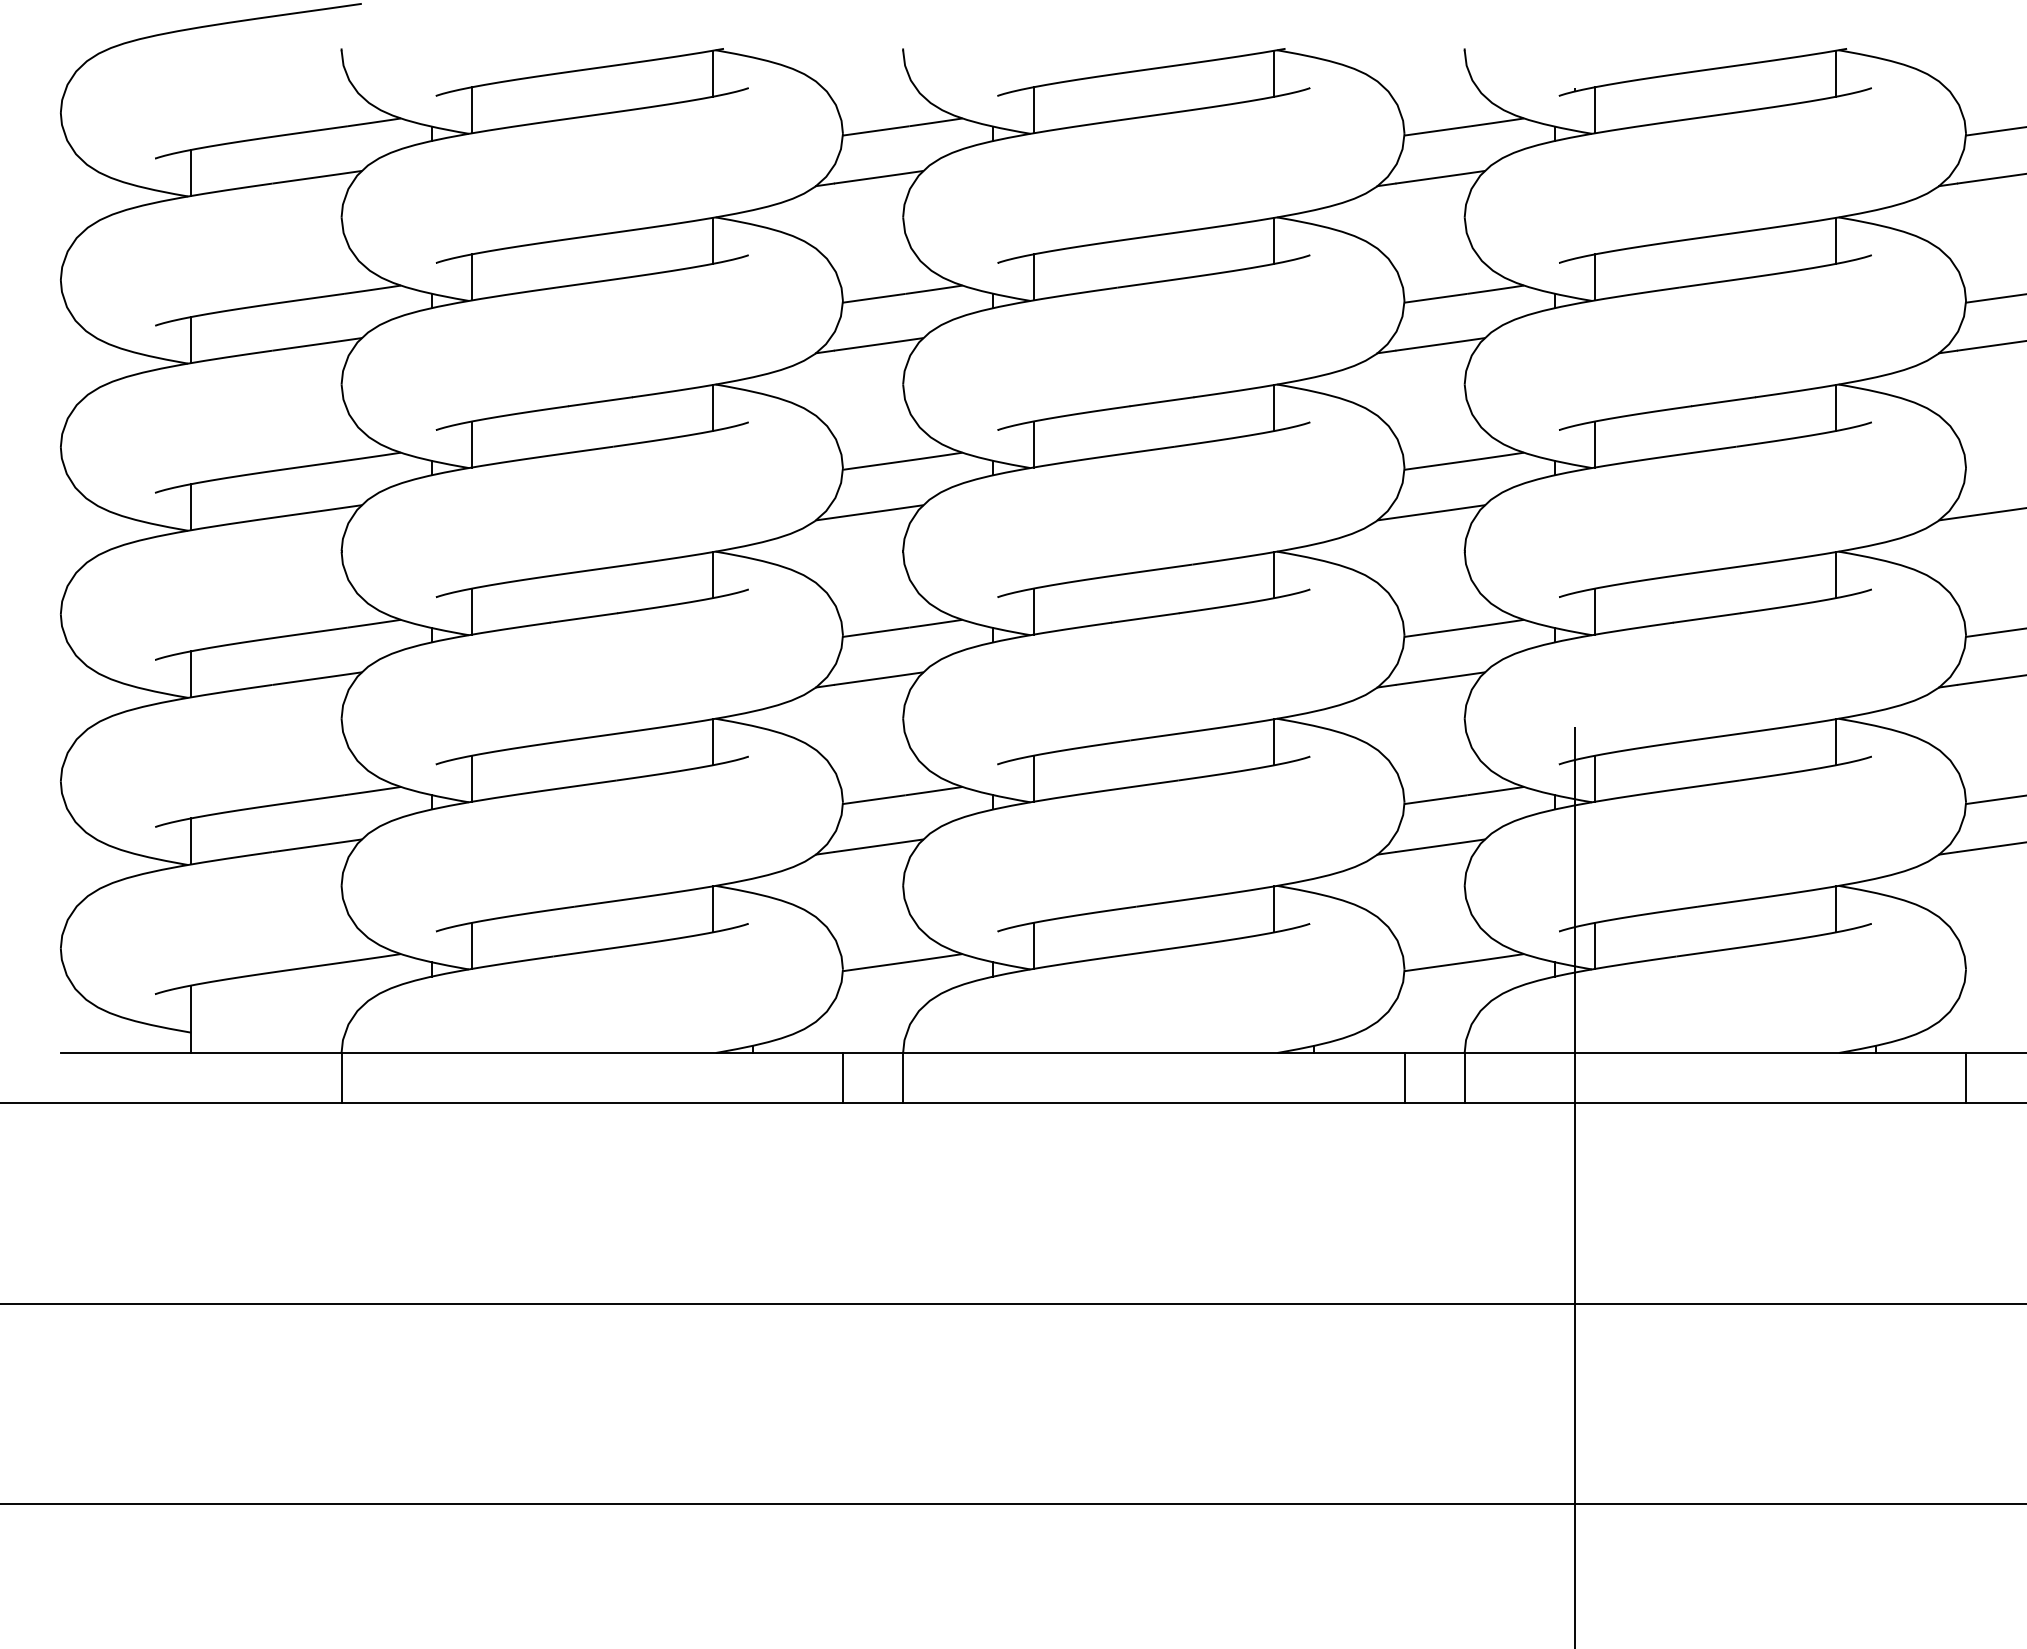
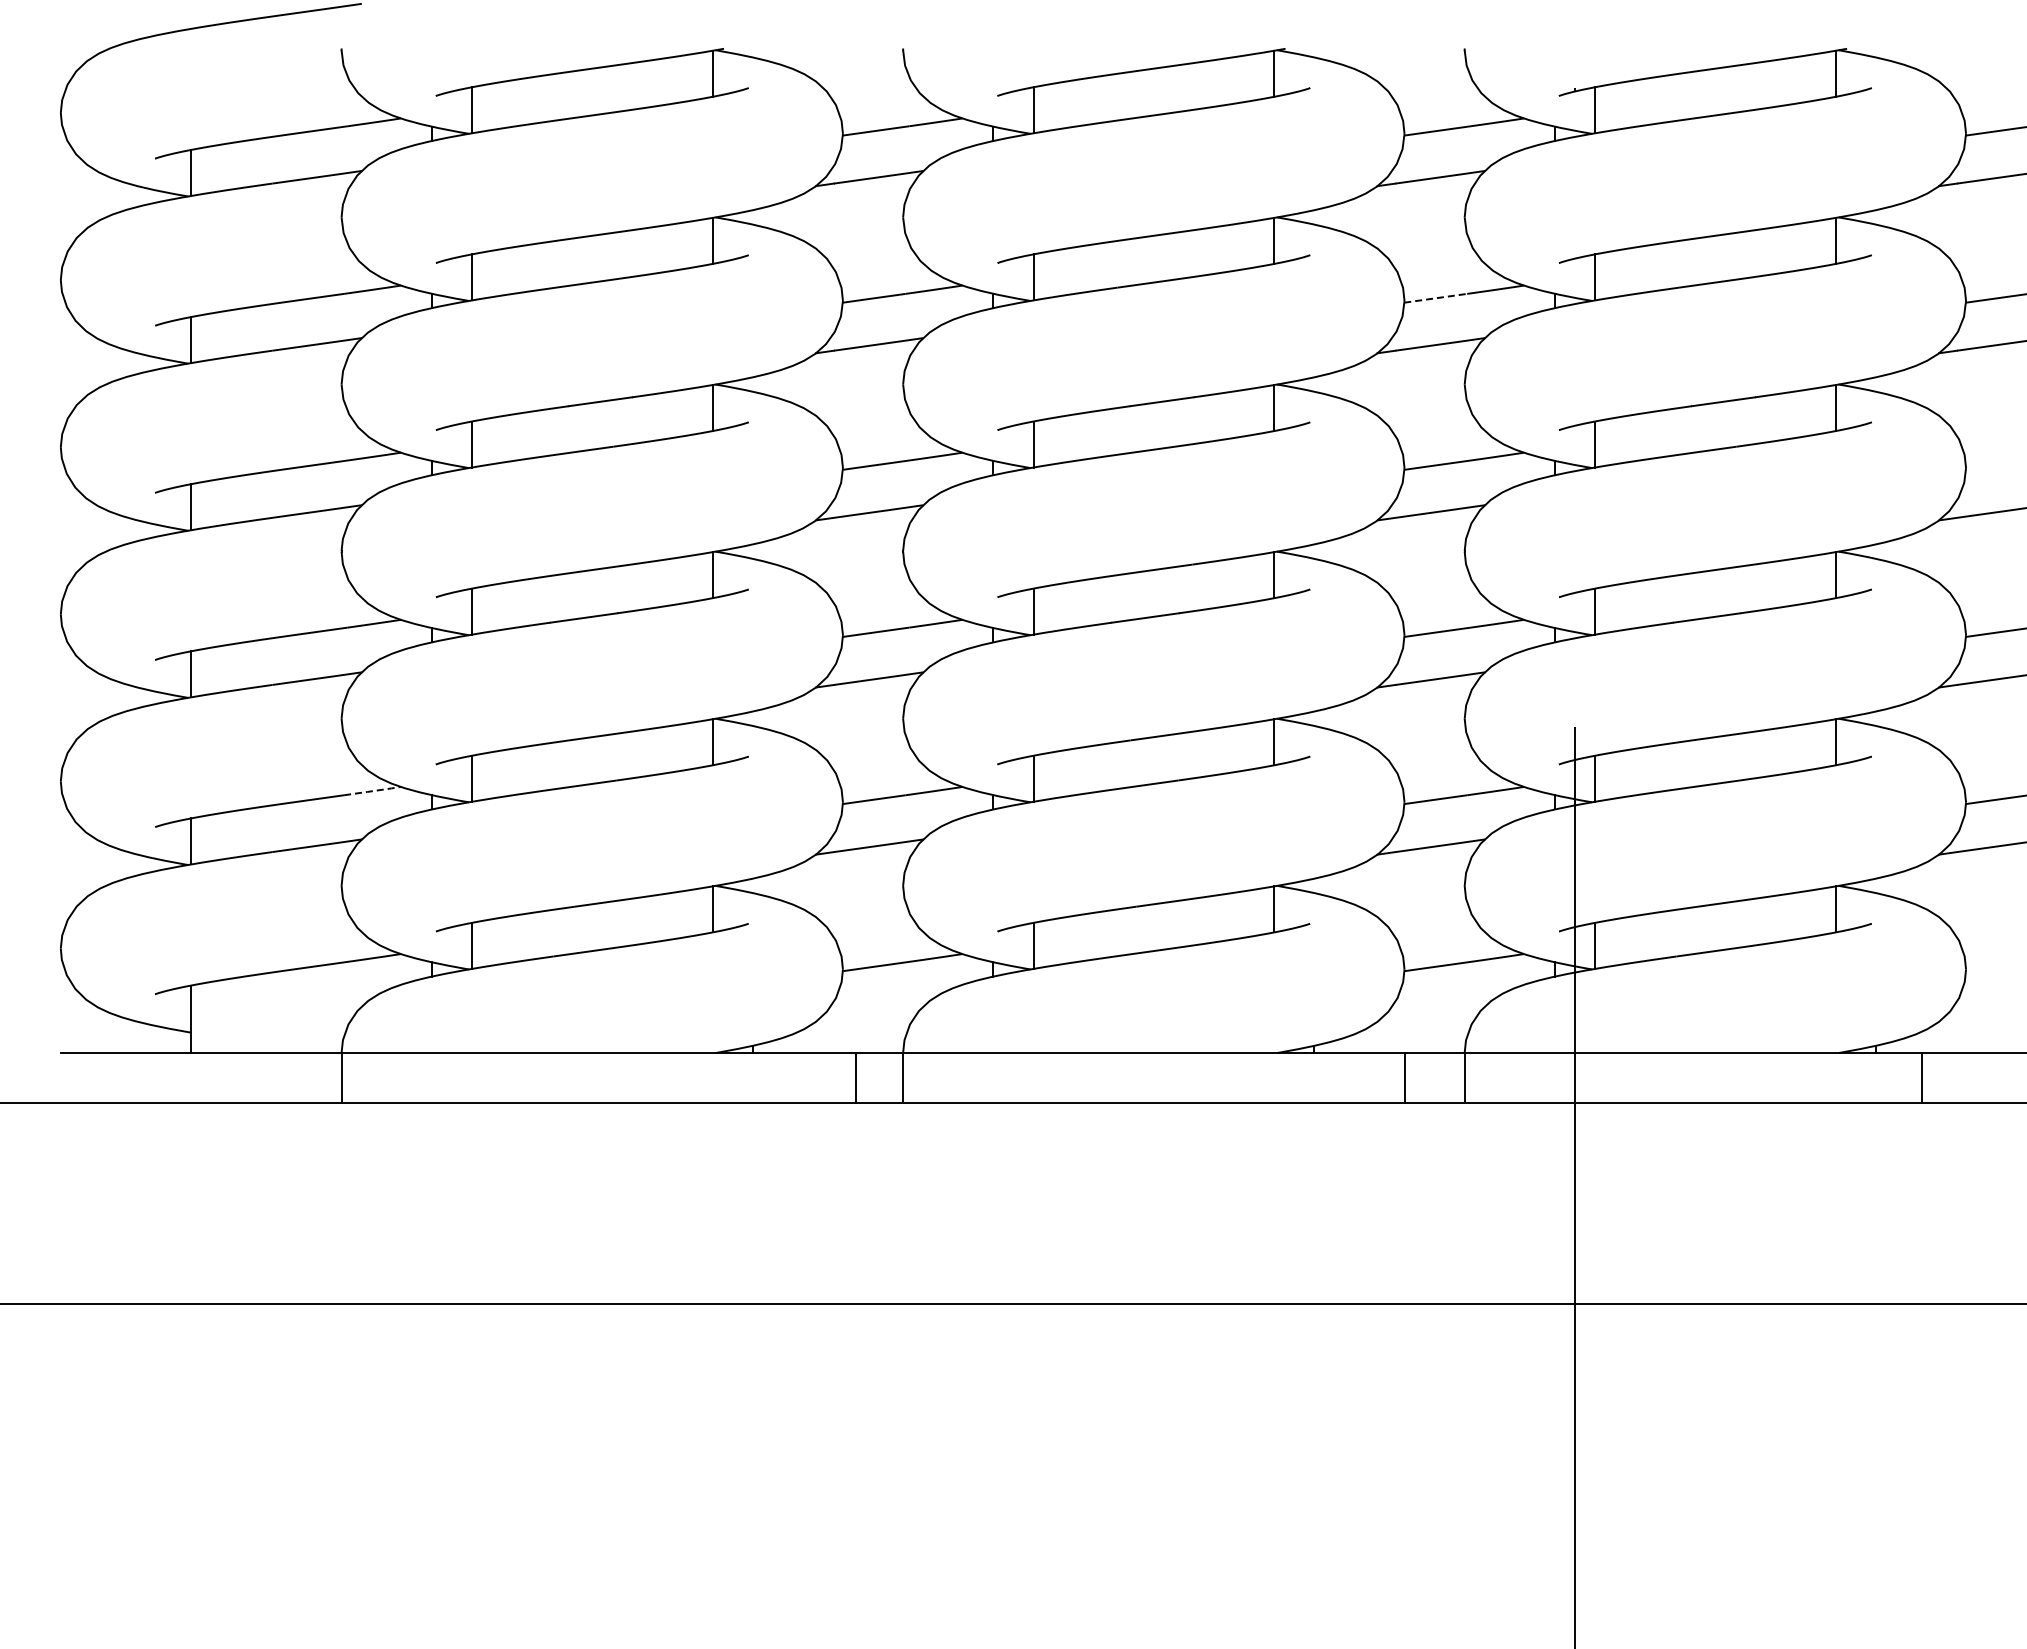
line at (1435, 298): solid -> dashed
line at (373, 791): solid -> dashed
line at (842, 1078) position: (842, 1078) -> (855, 1078)
line at (1966, 1078) position: (1966, 1078) -> (1922, 1078)
line at (1012, 1504): present -> none
